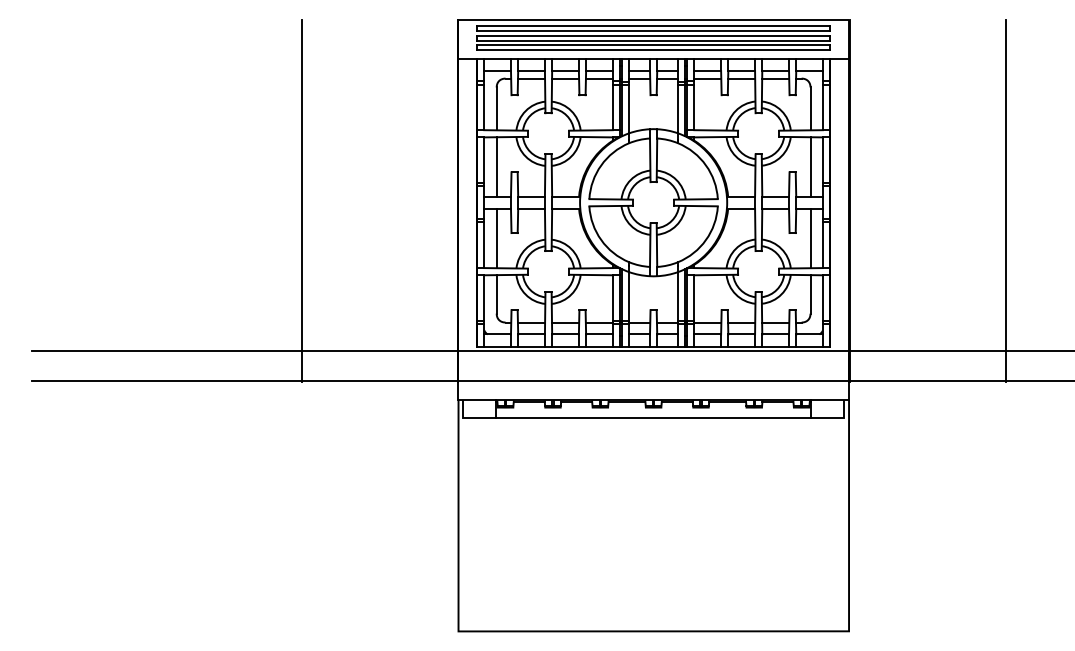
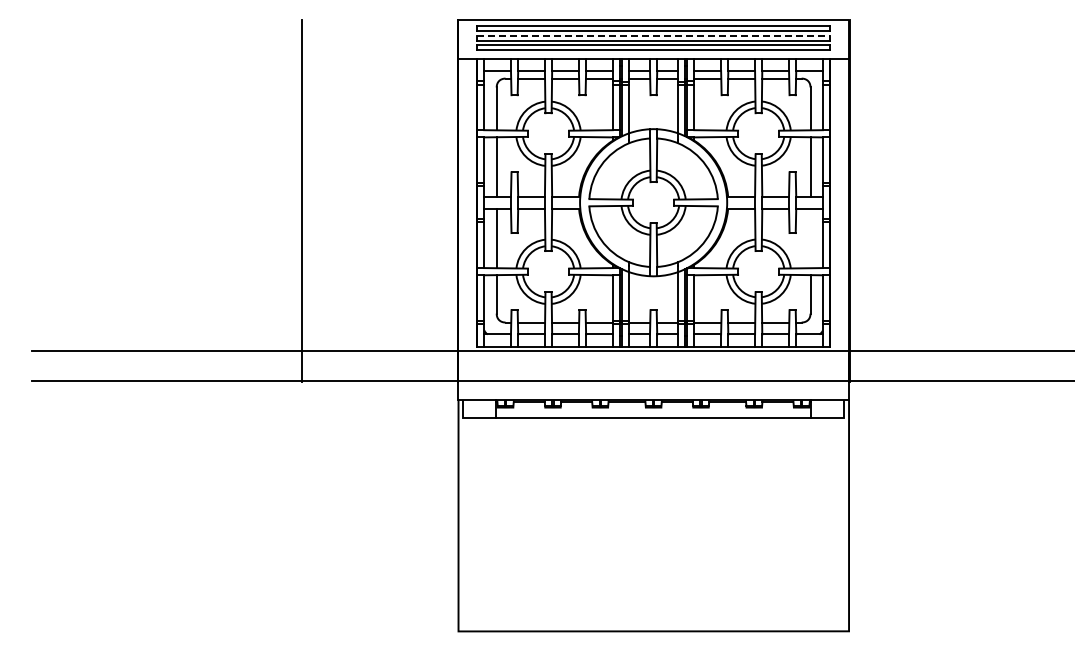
line at (654, 35): solid -> dashed
line at (1005, 200): present -> none
line at (810, 238): present -> none
